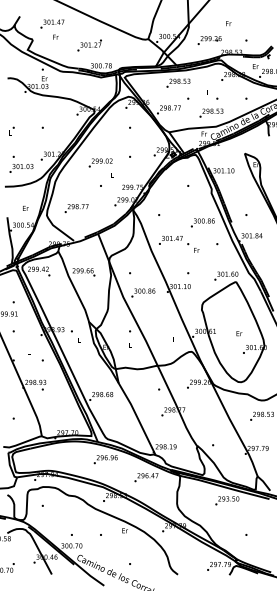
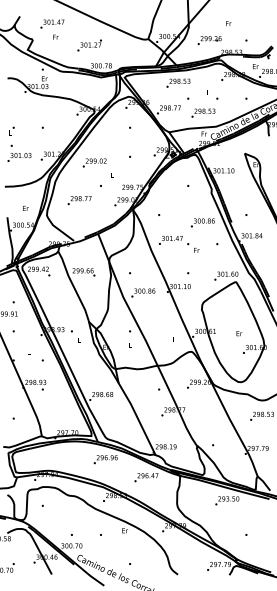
text at (211, 112) position: (211, 112) -> (203, 112)
text at (100, 162) position: (100, 162) -> (94, 162)
text at (21, 163) position: (21, 163) -> (19, 152)
text at (76, 208) position: (76, 208) -> (79, 200)
